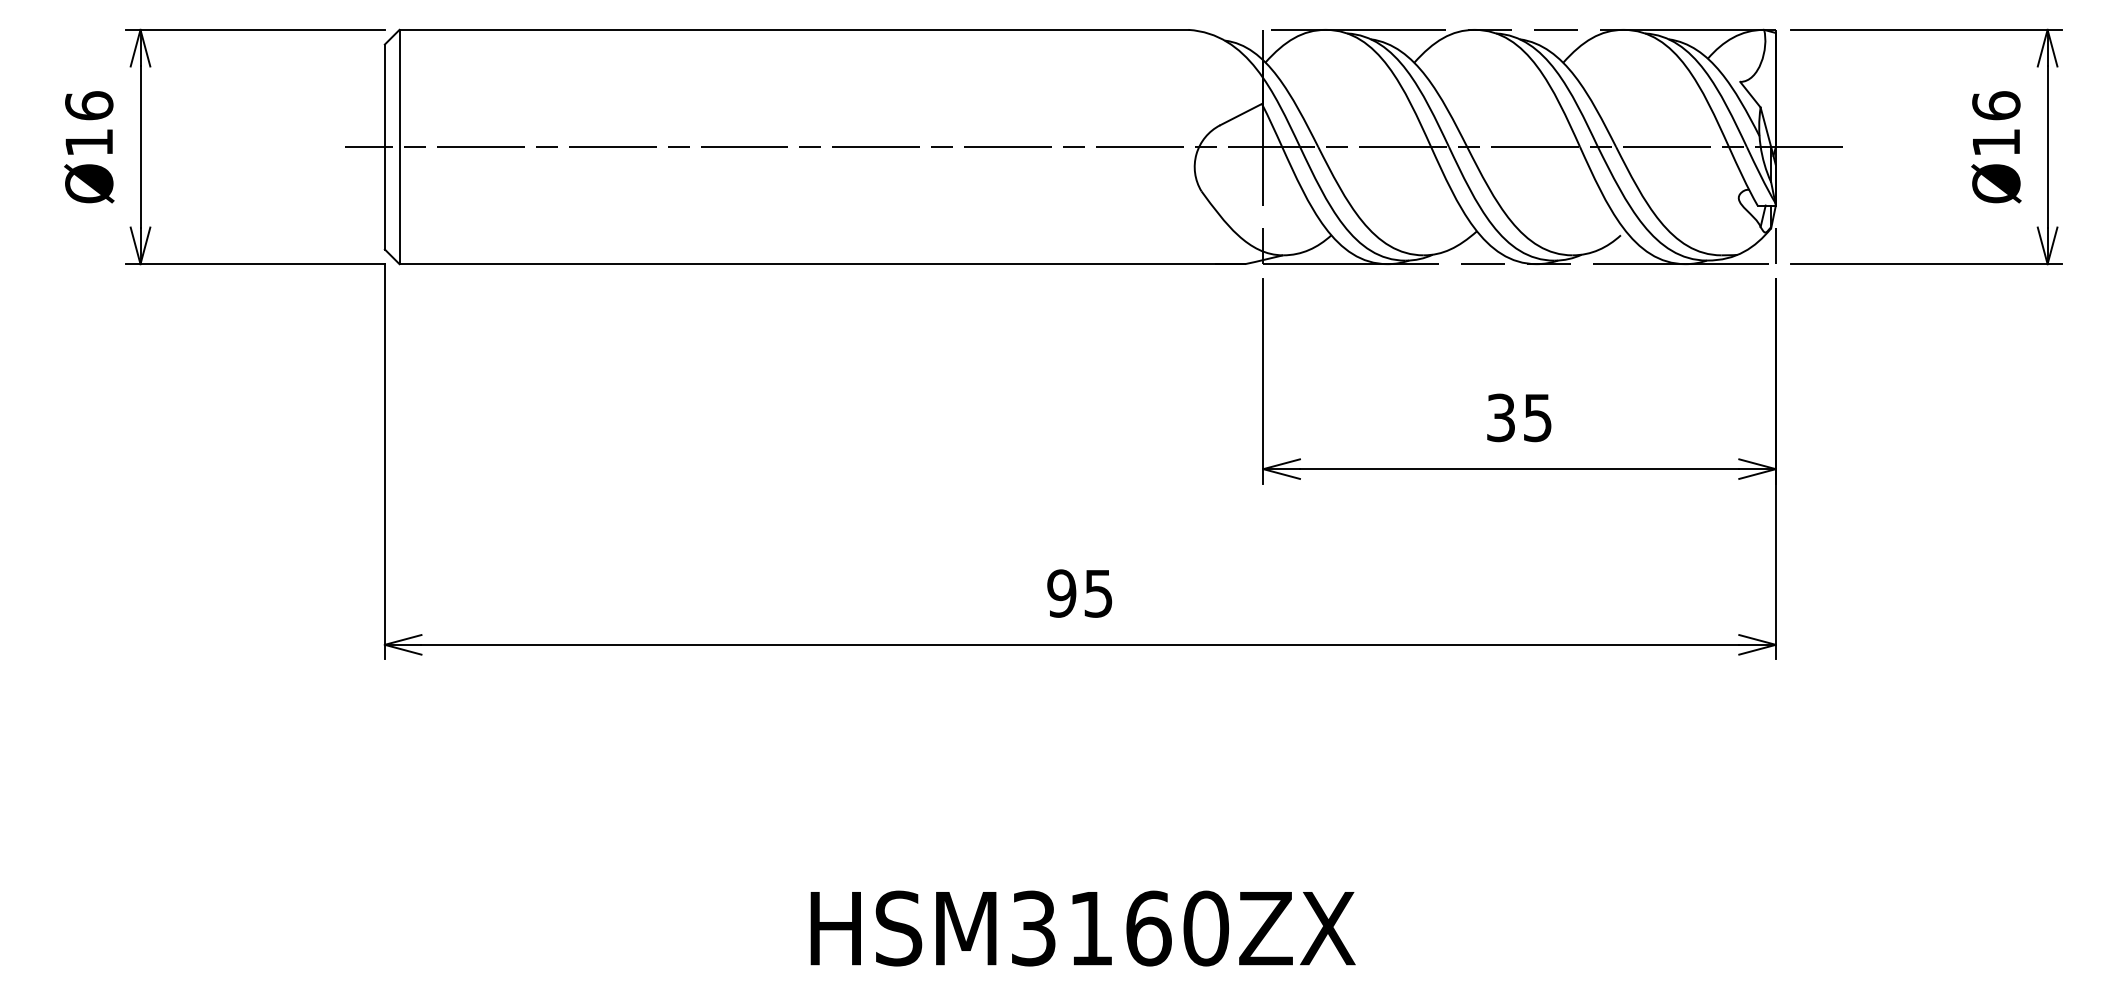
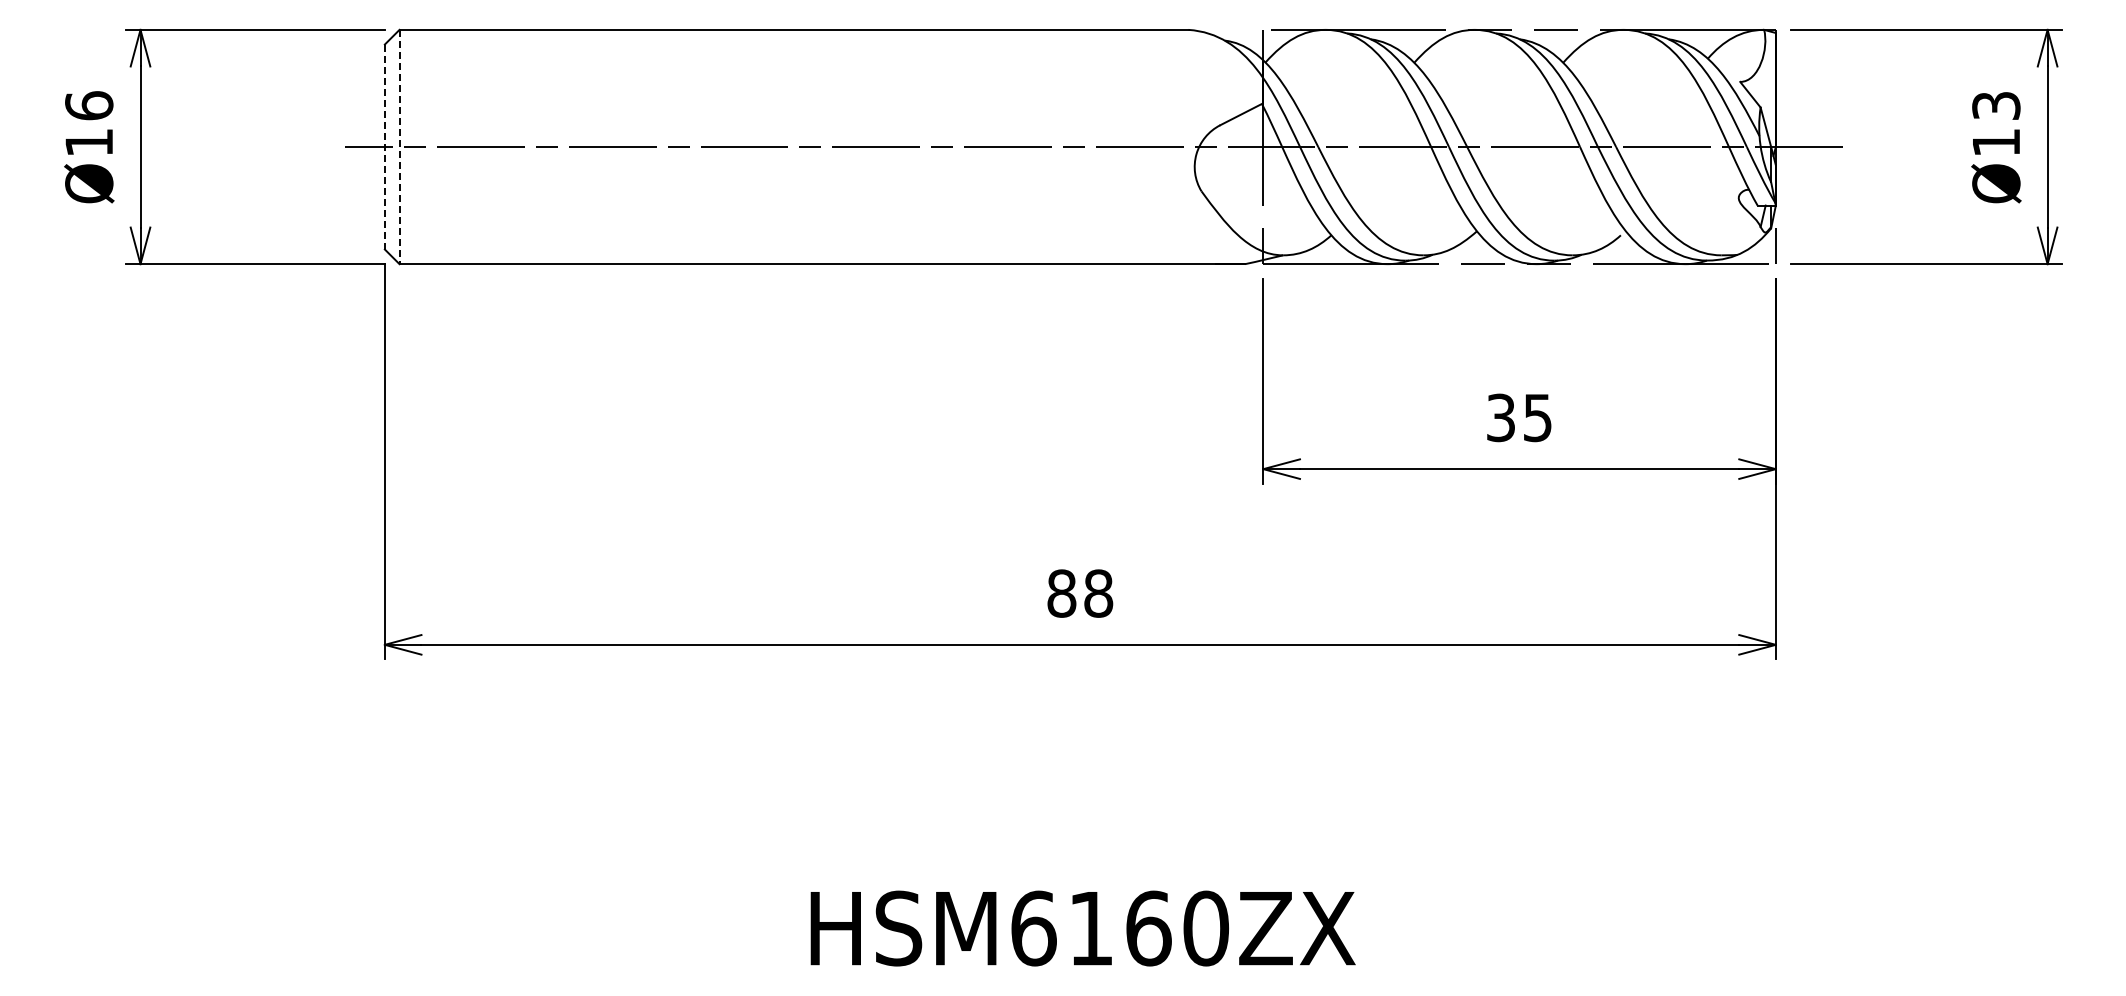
text at (1996, 105): Ø16 -> Ø13
line at (384, 147): solid -> dashed
line at (399, 147): solid -> dashed
text at (1080, 593): 95 -> 88
text at (1033, 928): HSM3160ZX -> HSM6160ZX
